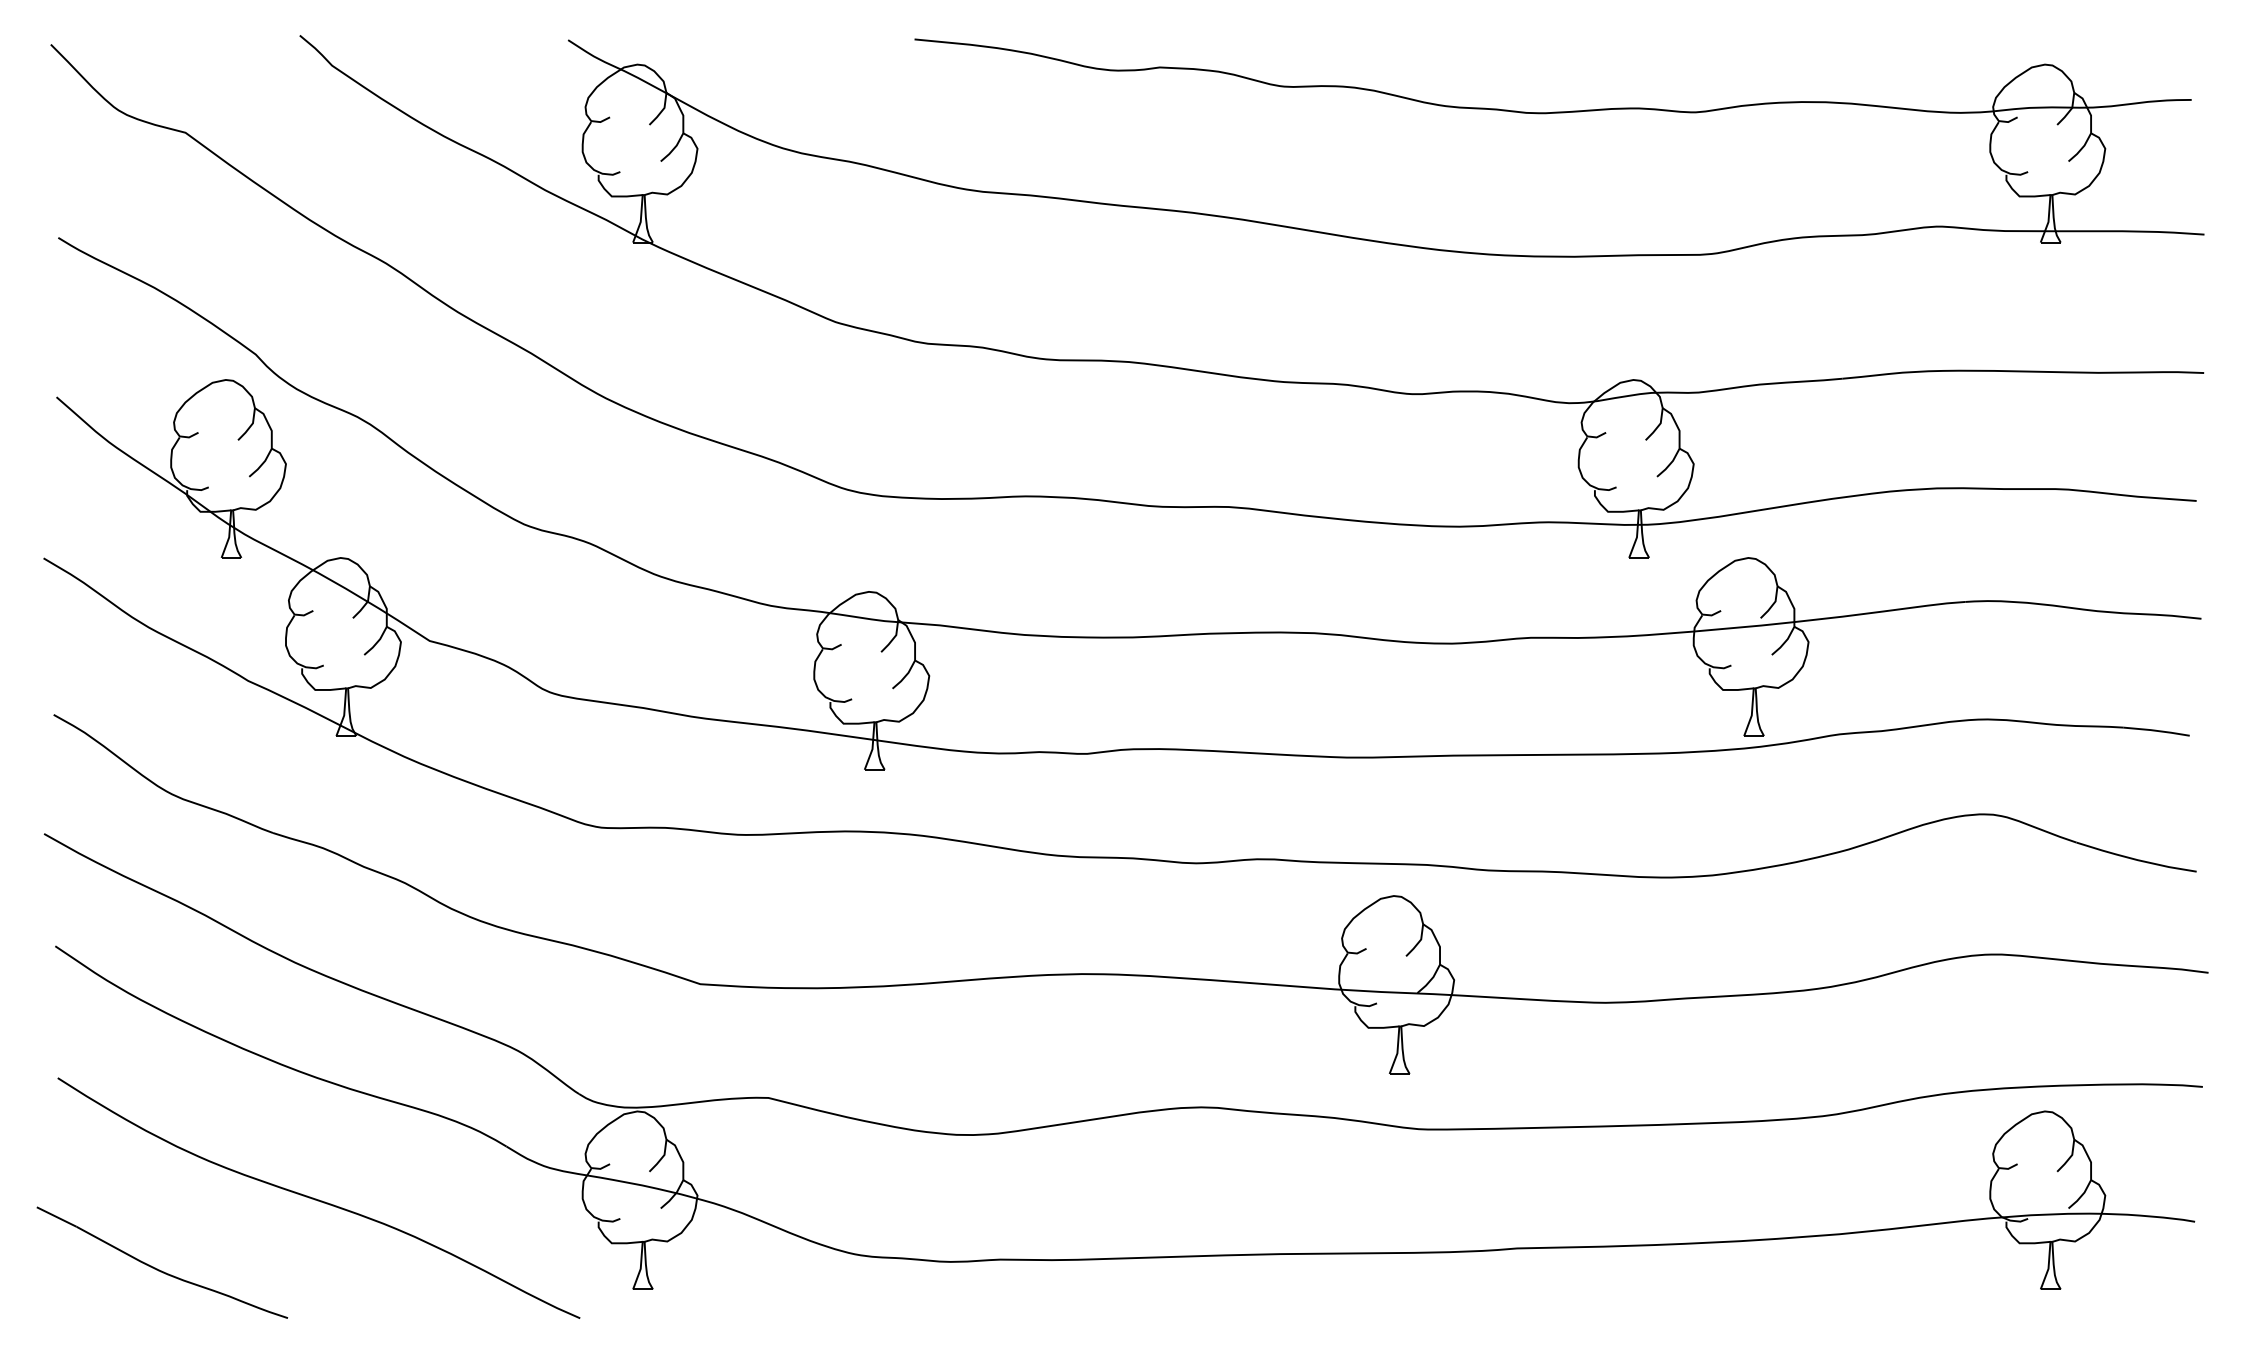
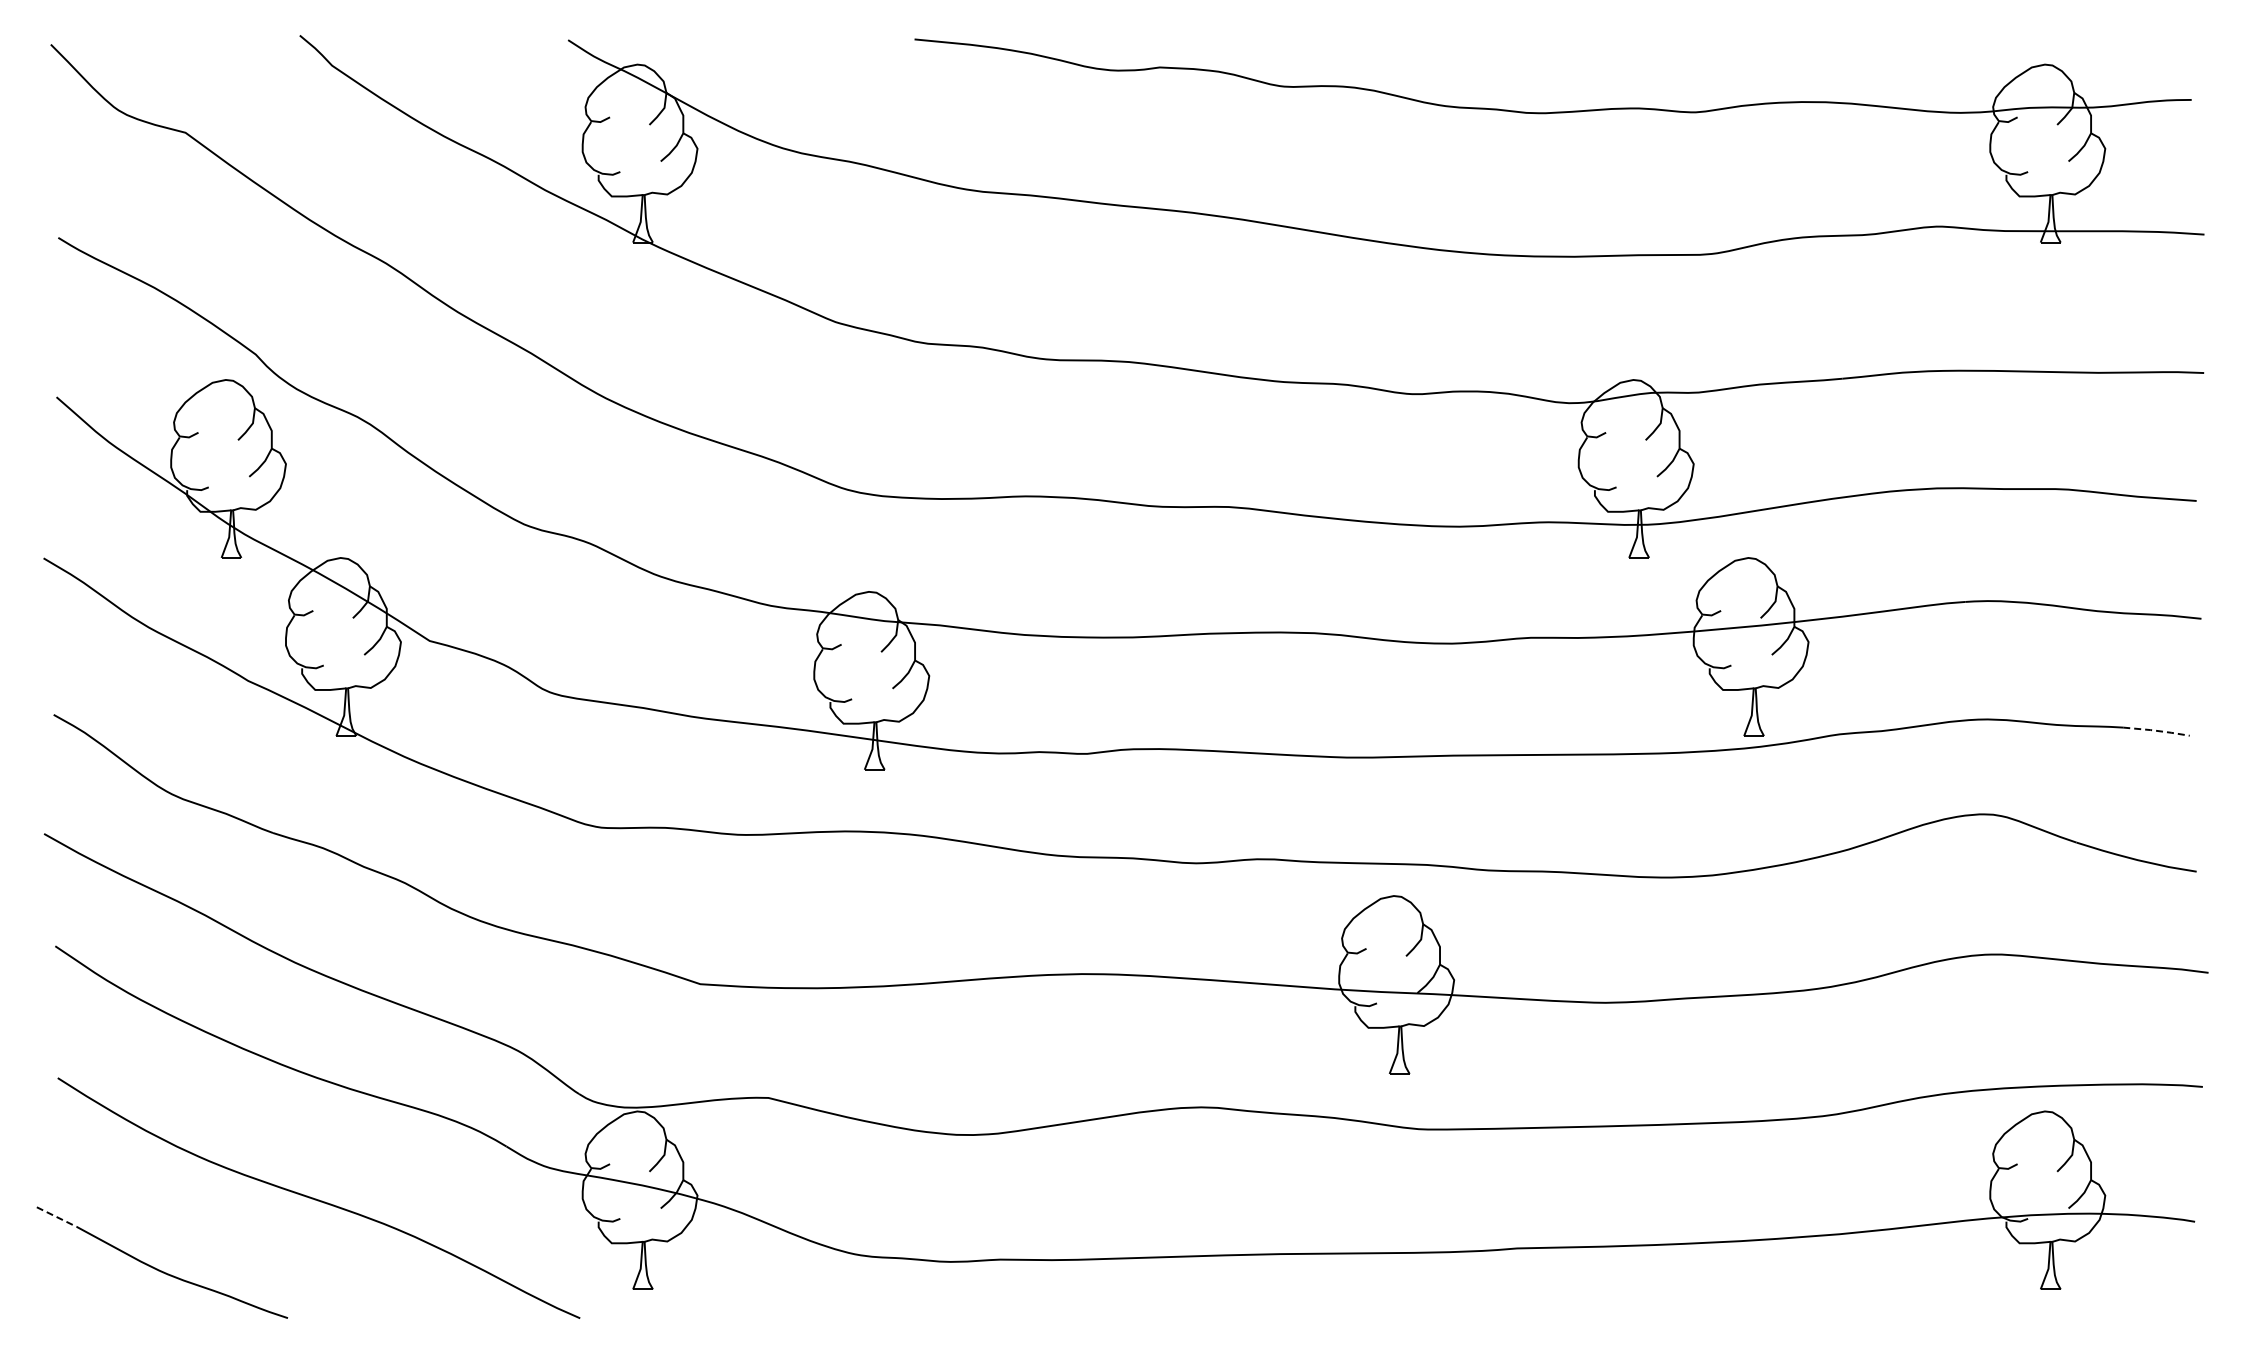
line at (2156, 730): solid -> dashed
line at (57, 1217): solid -> dashed
